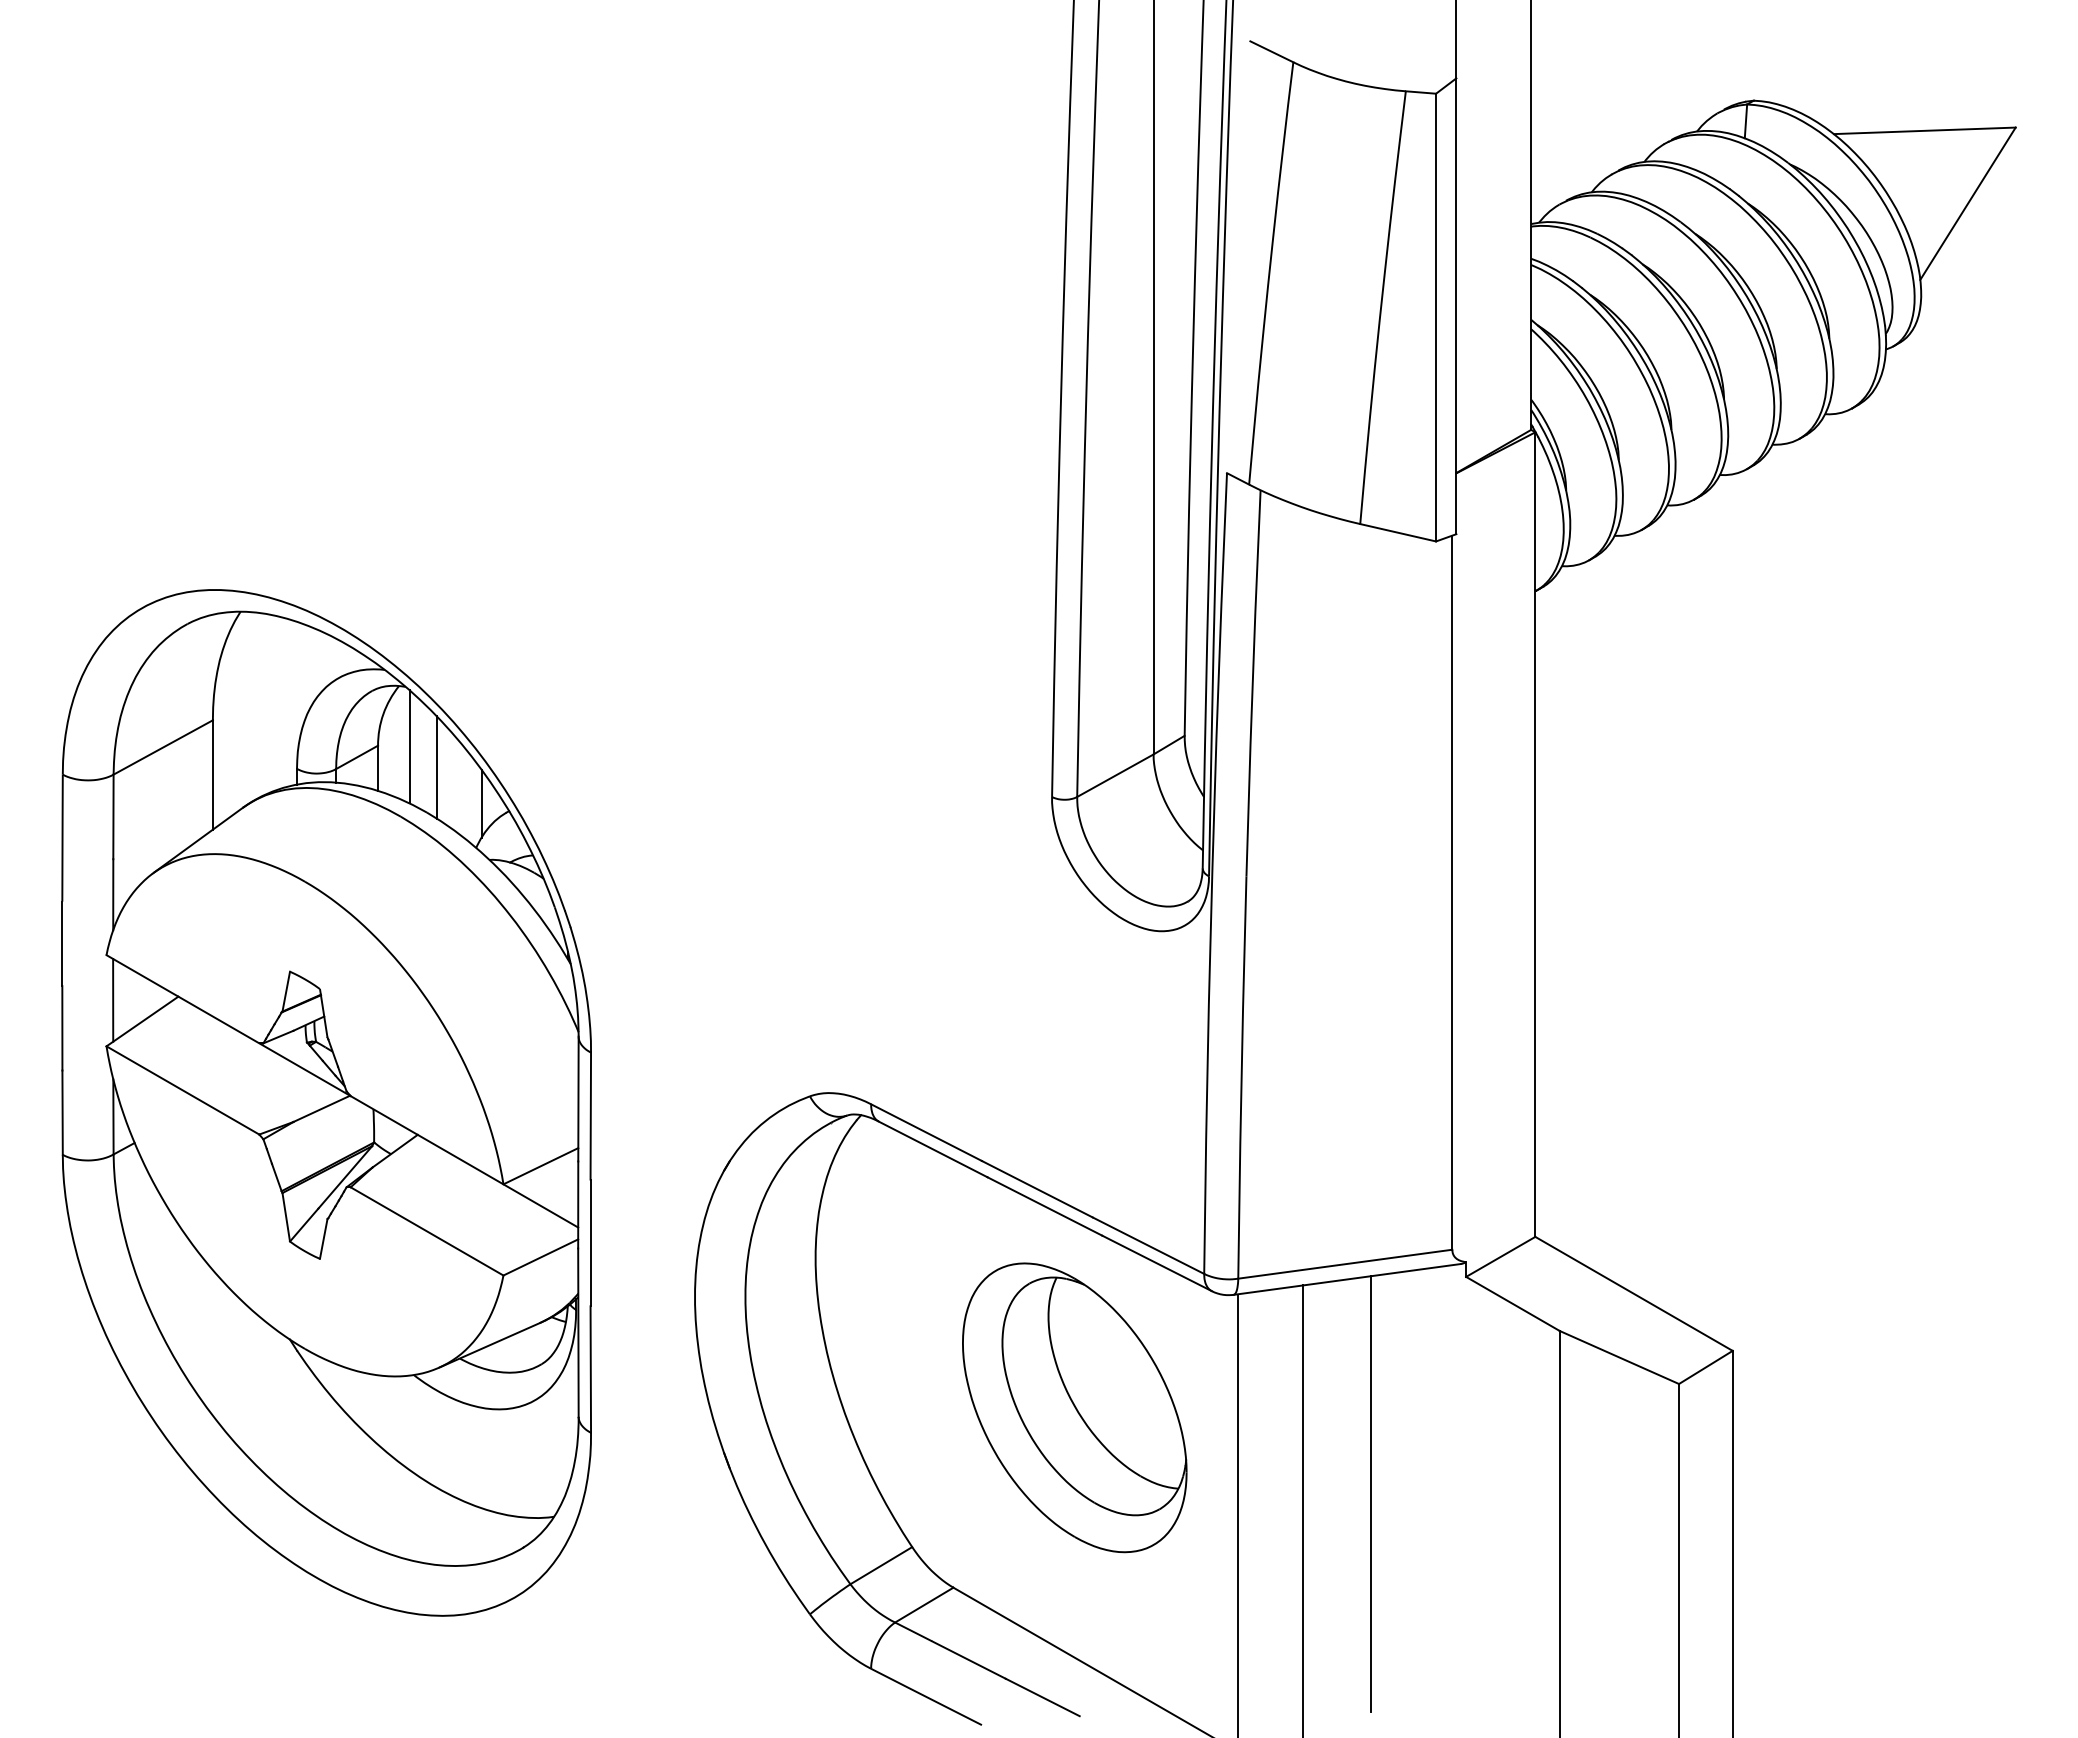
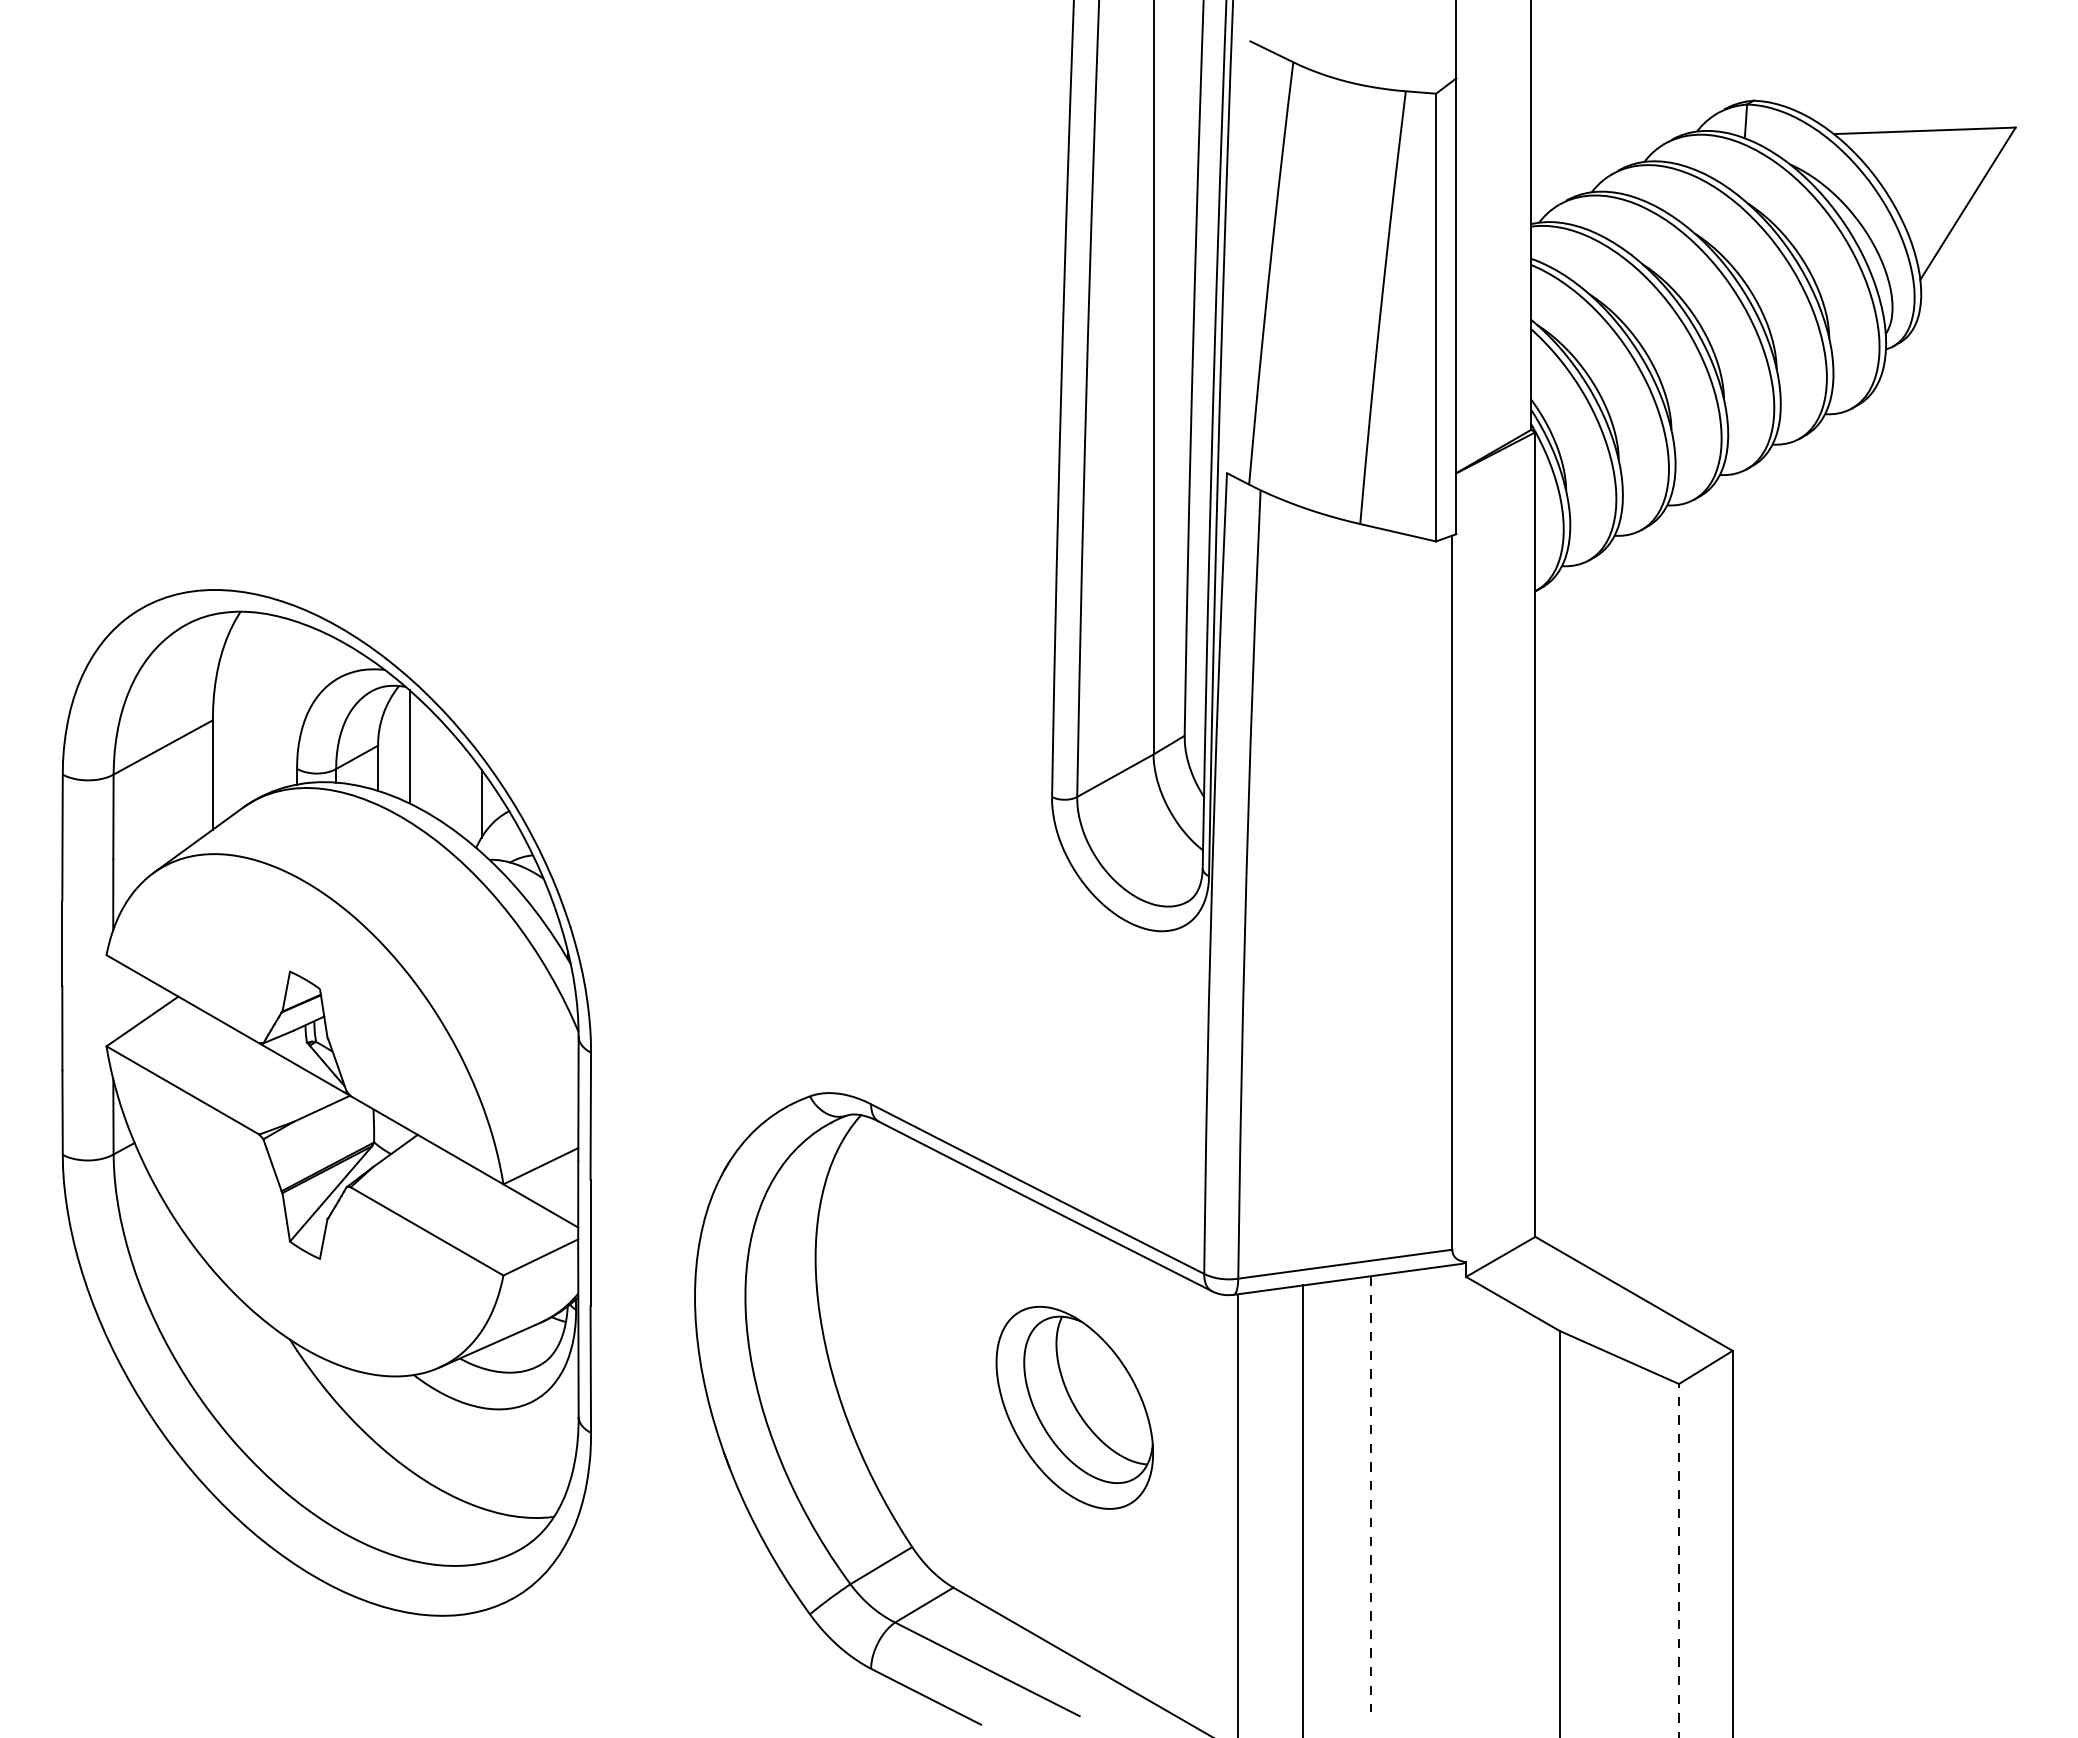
line at (436, 767): present -> none
line at (113, 999): present -> none
part at (1074, 1407) size: 226x292 px -> 159x205 px
line at (1370, 1493): solid -> dashed
line at (1679, 1560): solid -> dashed
